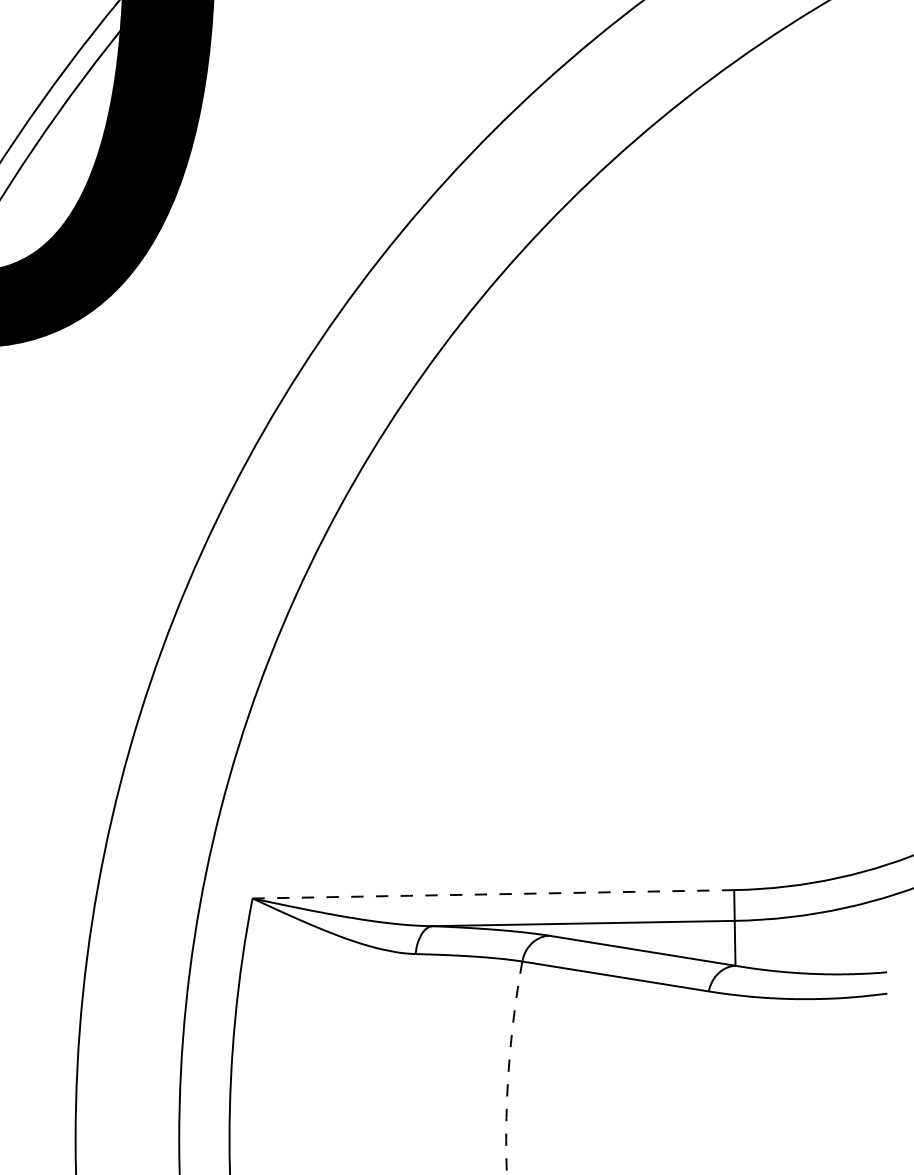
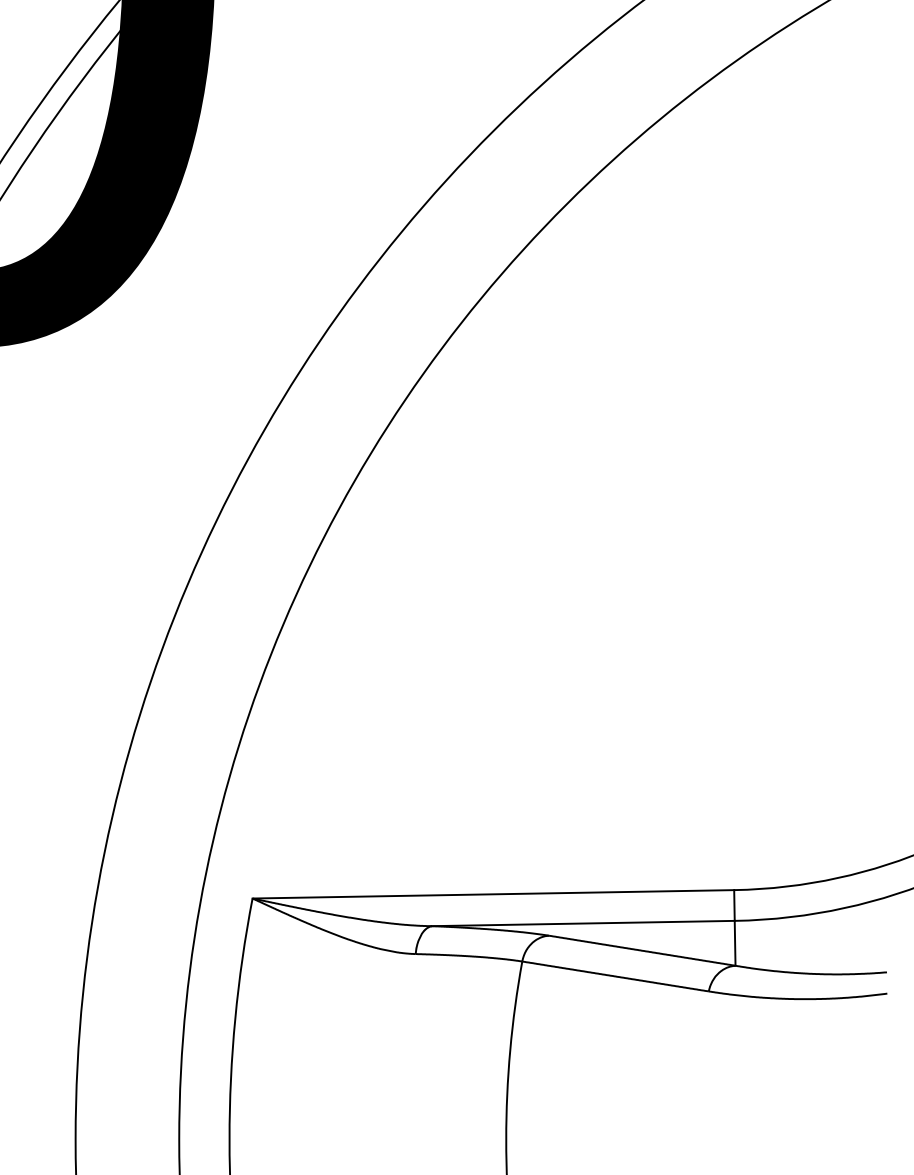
line at (493, 894): dashed -> solid
arc at (508, 1068): dashed -> solid
